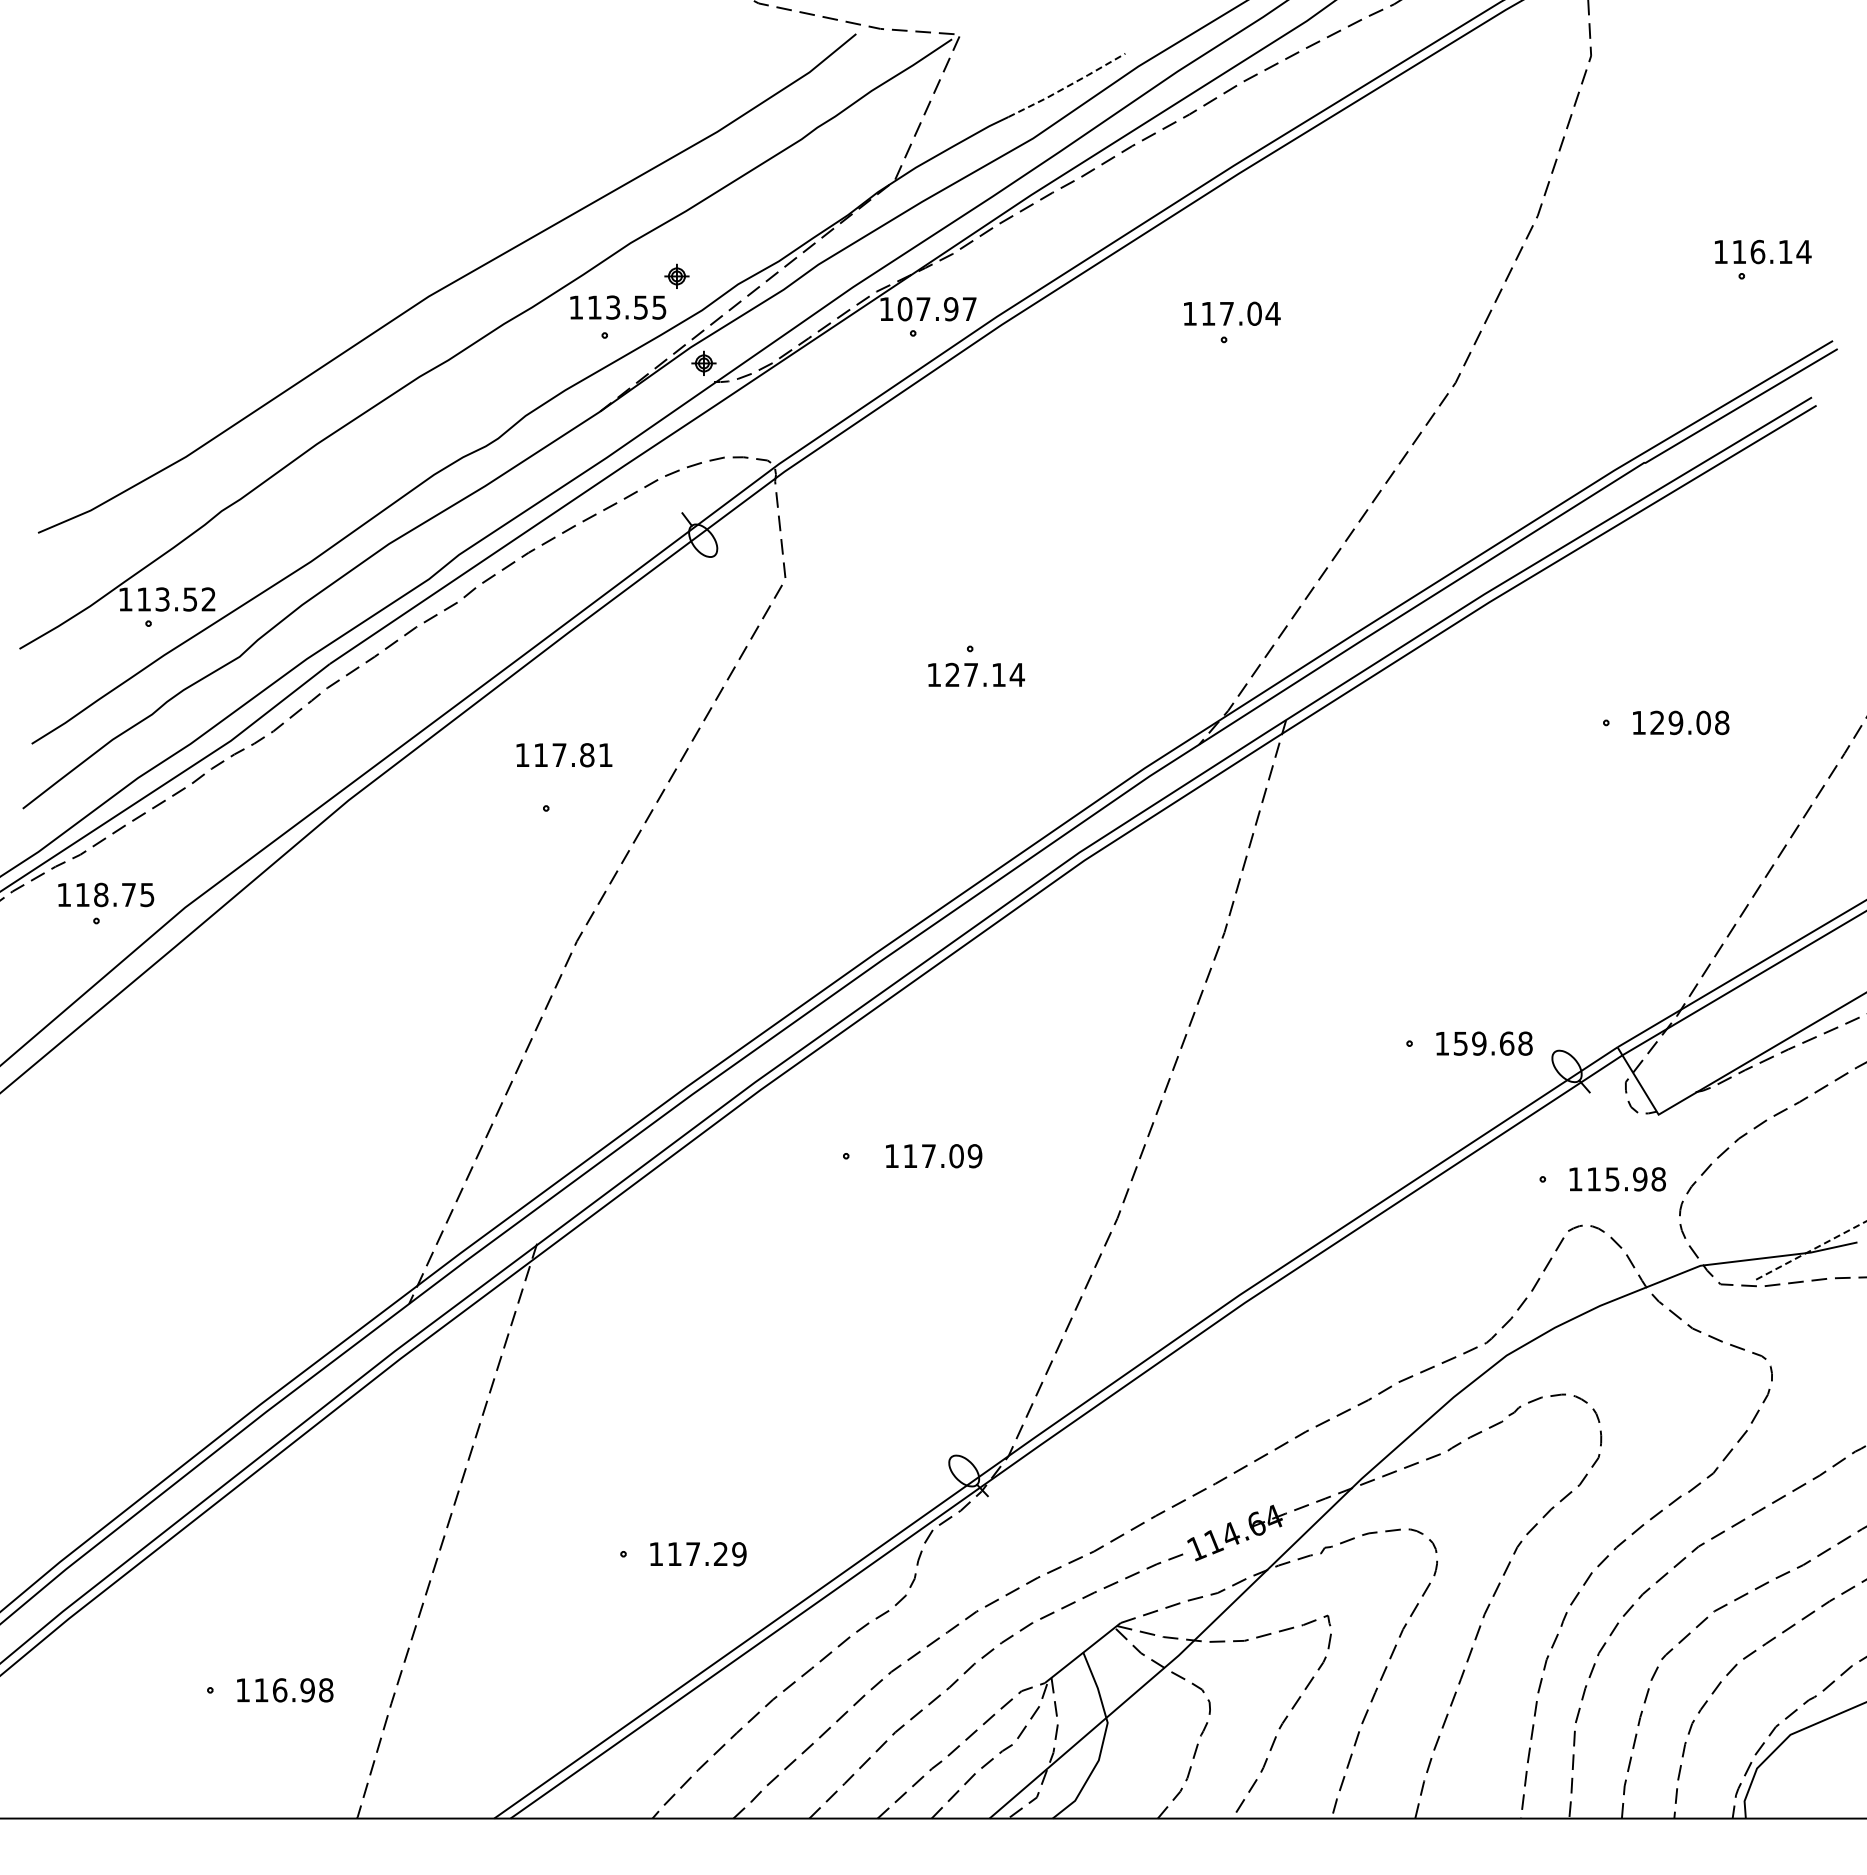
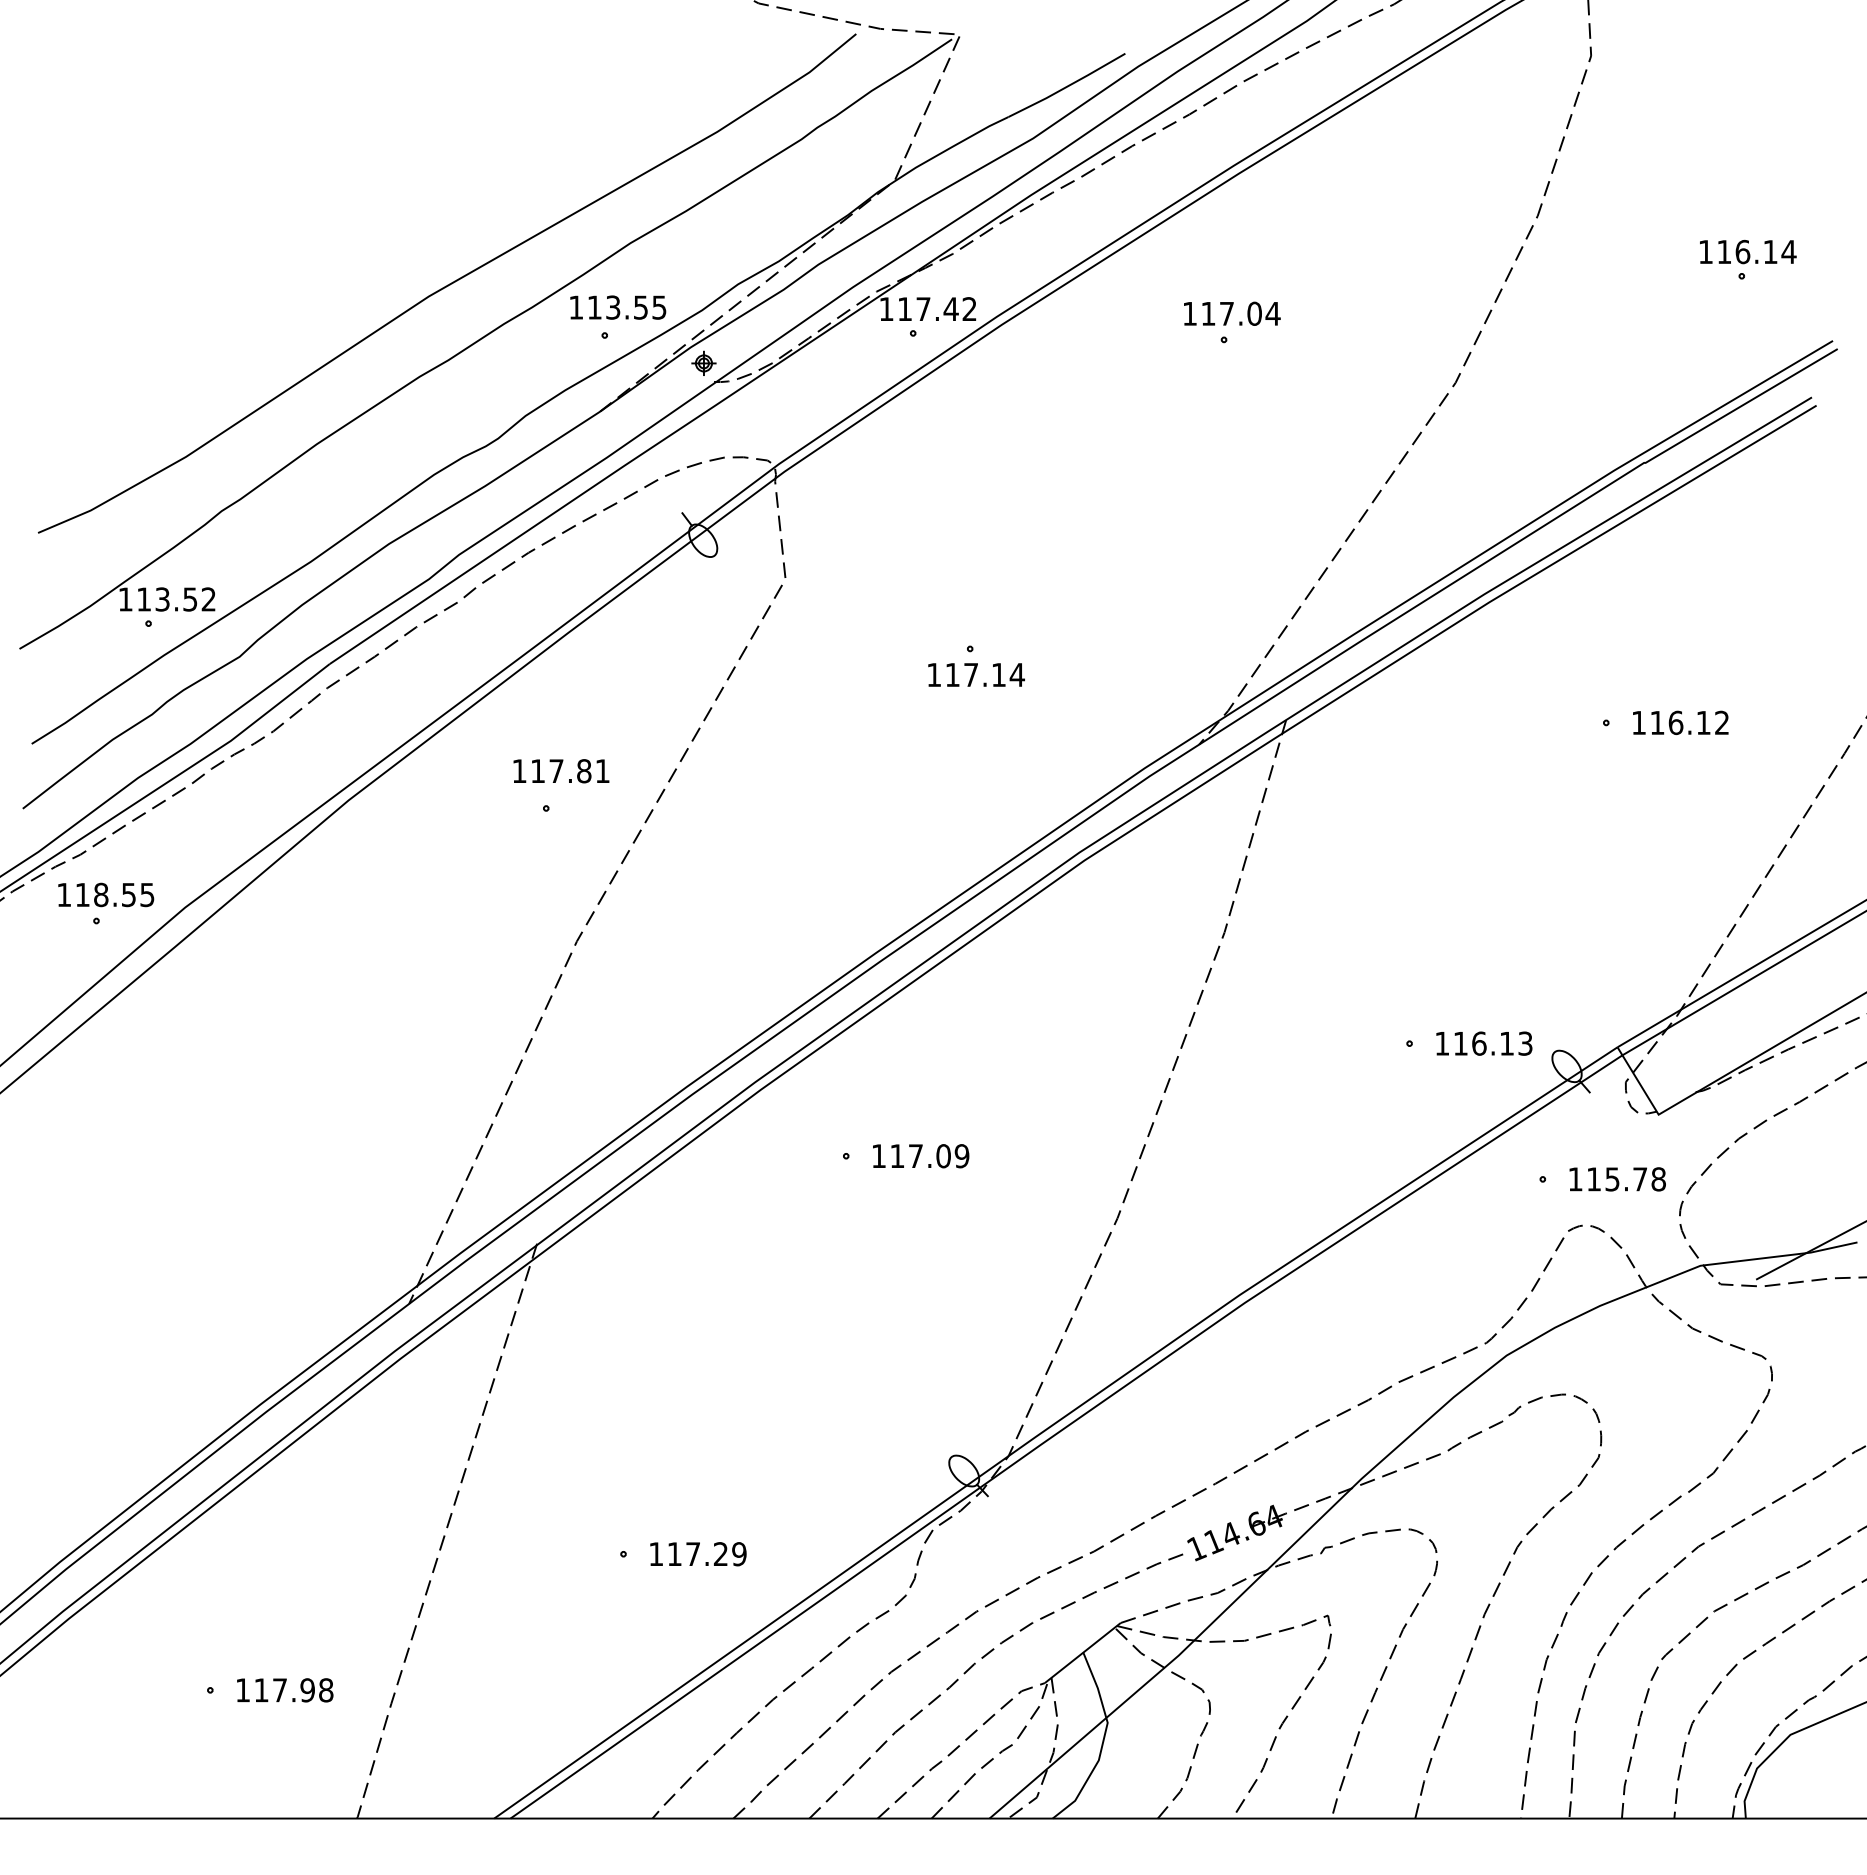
line at (1068, 86): dashed -> solid
text at (1763, 251) position: (1763, 251) -> (1748, 251)
part at (676, 275): present -> none
text at (936, 309): 107.97 -> 117.42
text at (952, 674): 127.14 -> 117.14
text at (1689, 722): 129.08 -> 116.12
text at (564, 755) position: (564, 755) -> (561, 771)
text at (128, 895): 118.75 -> 118.55
text at (1492, 1043): 159.68 -> 116.13
text at (934, 1156) position: (934, 1156) -> (921, 1156)
text at (1640, 1179): 115.98 -> 115.78
line at (1811, 1250): dashed -> solid
text at (280, 1690): 116.98 -> 117.98
